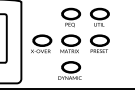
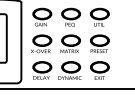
part at (42, 16): none -> present
part at (42, 70): none -> present
part at (99, 70): none -> present
